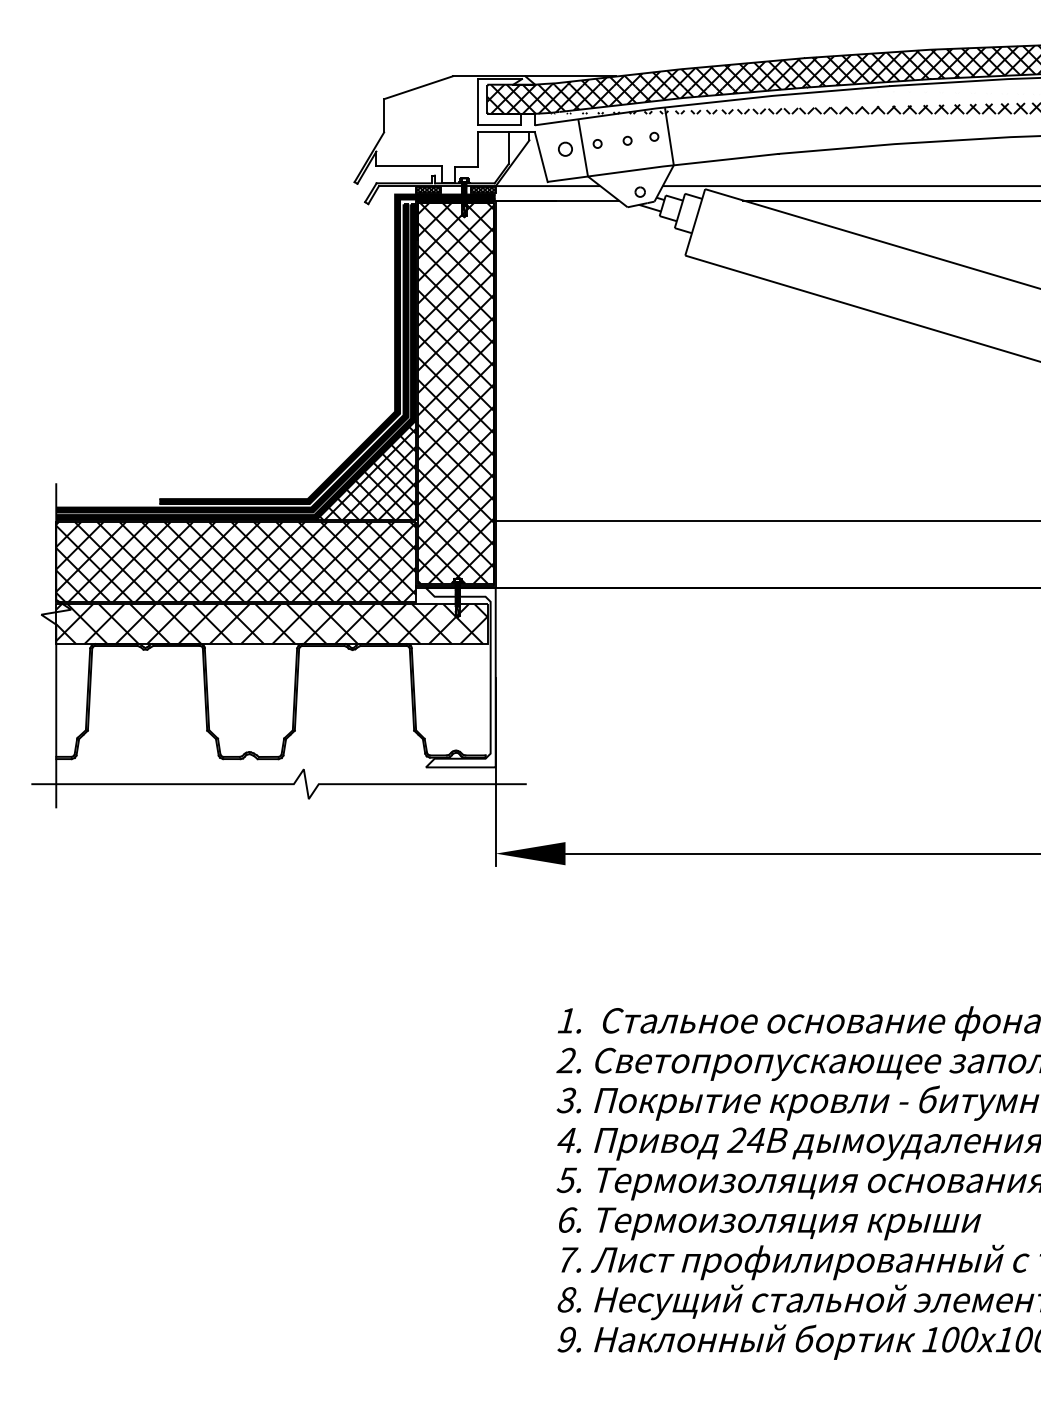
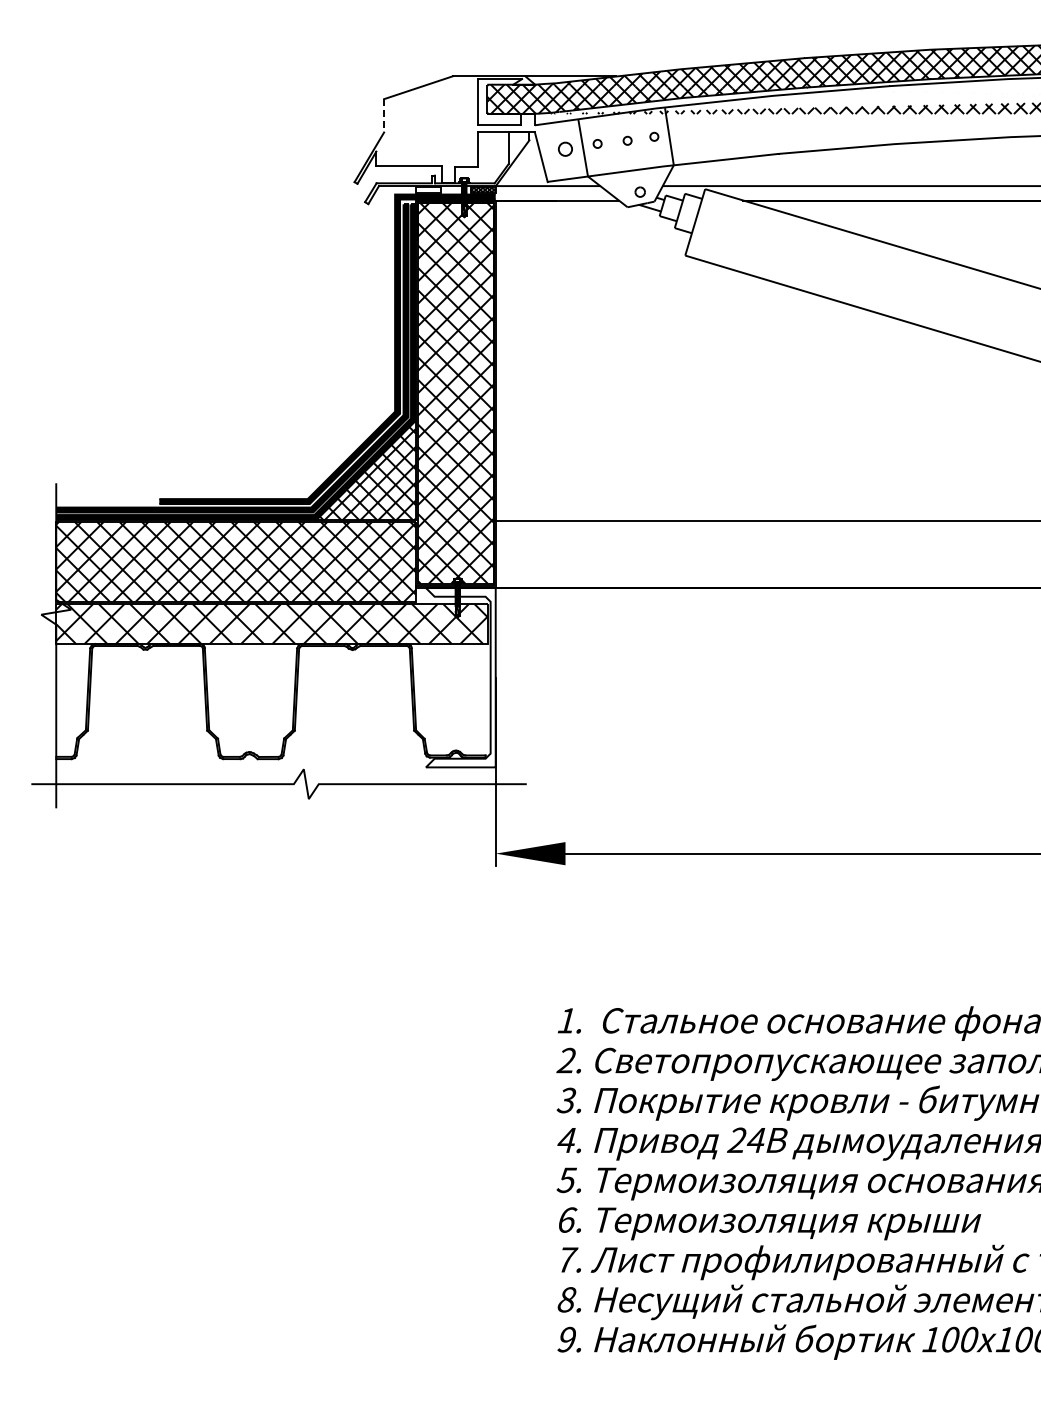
line at (384, 115): solid -> dashed
hatch at (428, 190): present -> none
